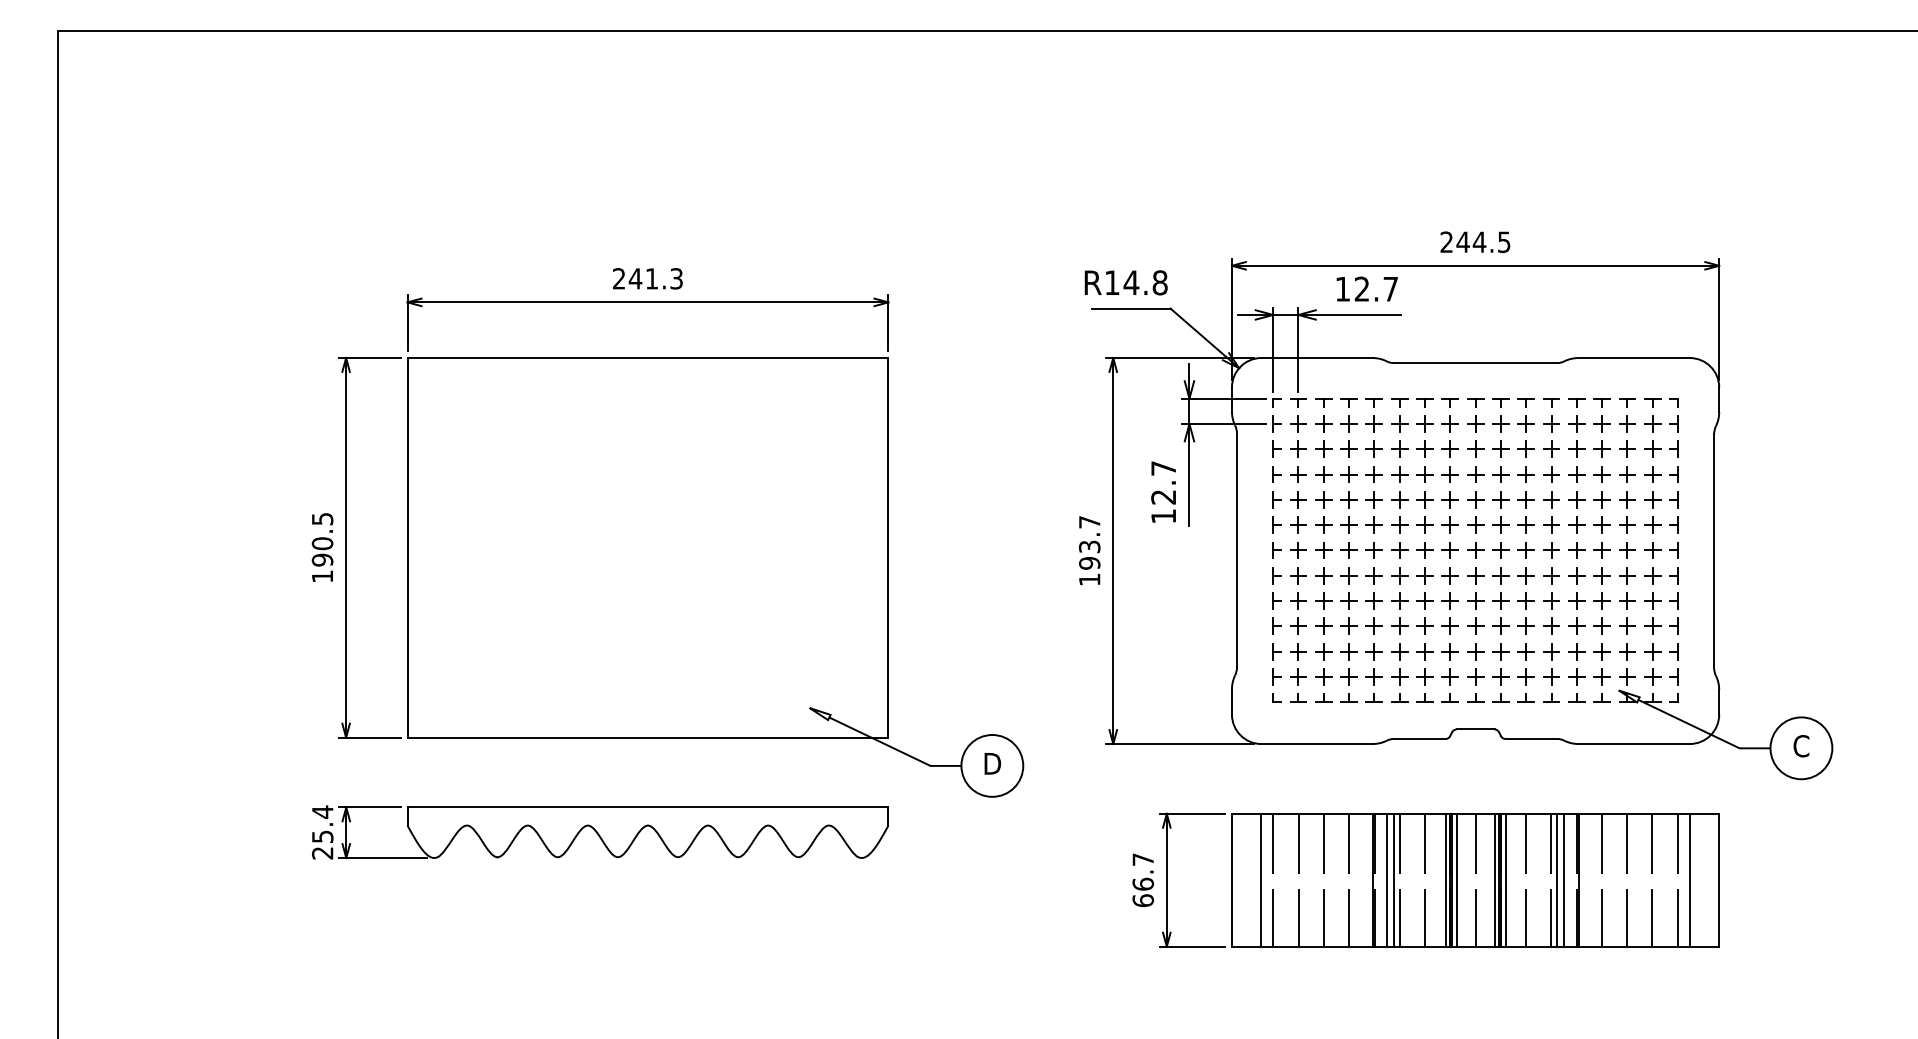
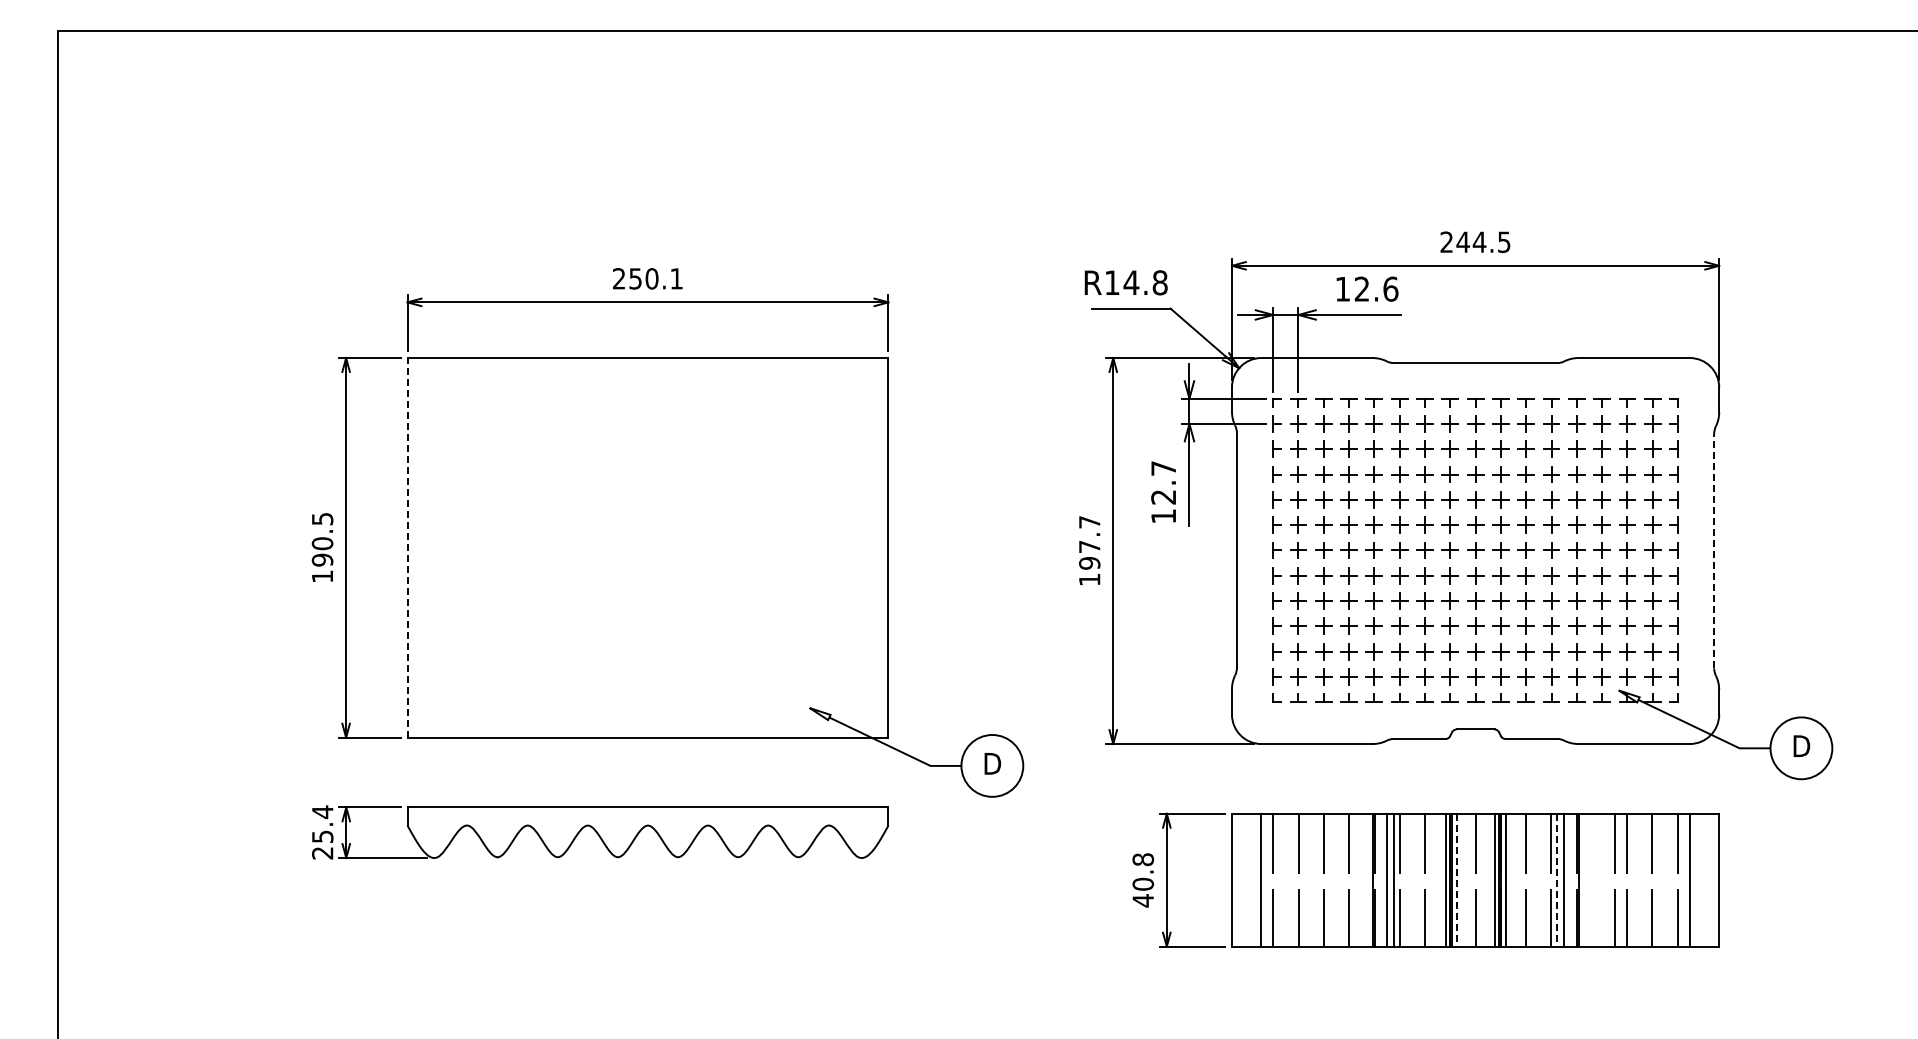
text at (655, 278): 241.3 -> 250.1
text at (1390, 288): 12.7 -> 12.6
text at (1089, 546): 193.7 -> 197.7
line at (407, 547): solid -> dashed
line at (1714, 550): solid -> dashed
text at (1801, 746): C -> D
line at (1601, 879) position: (1601, 879) -> (1614, 879)
text at (1143, 880): 66.7 -> 40.8
line at (1456, 880): solid -> dashed
line at (1557, 880): solid -> dashed
